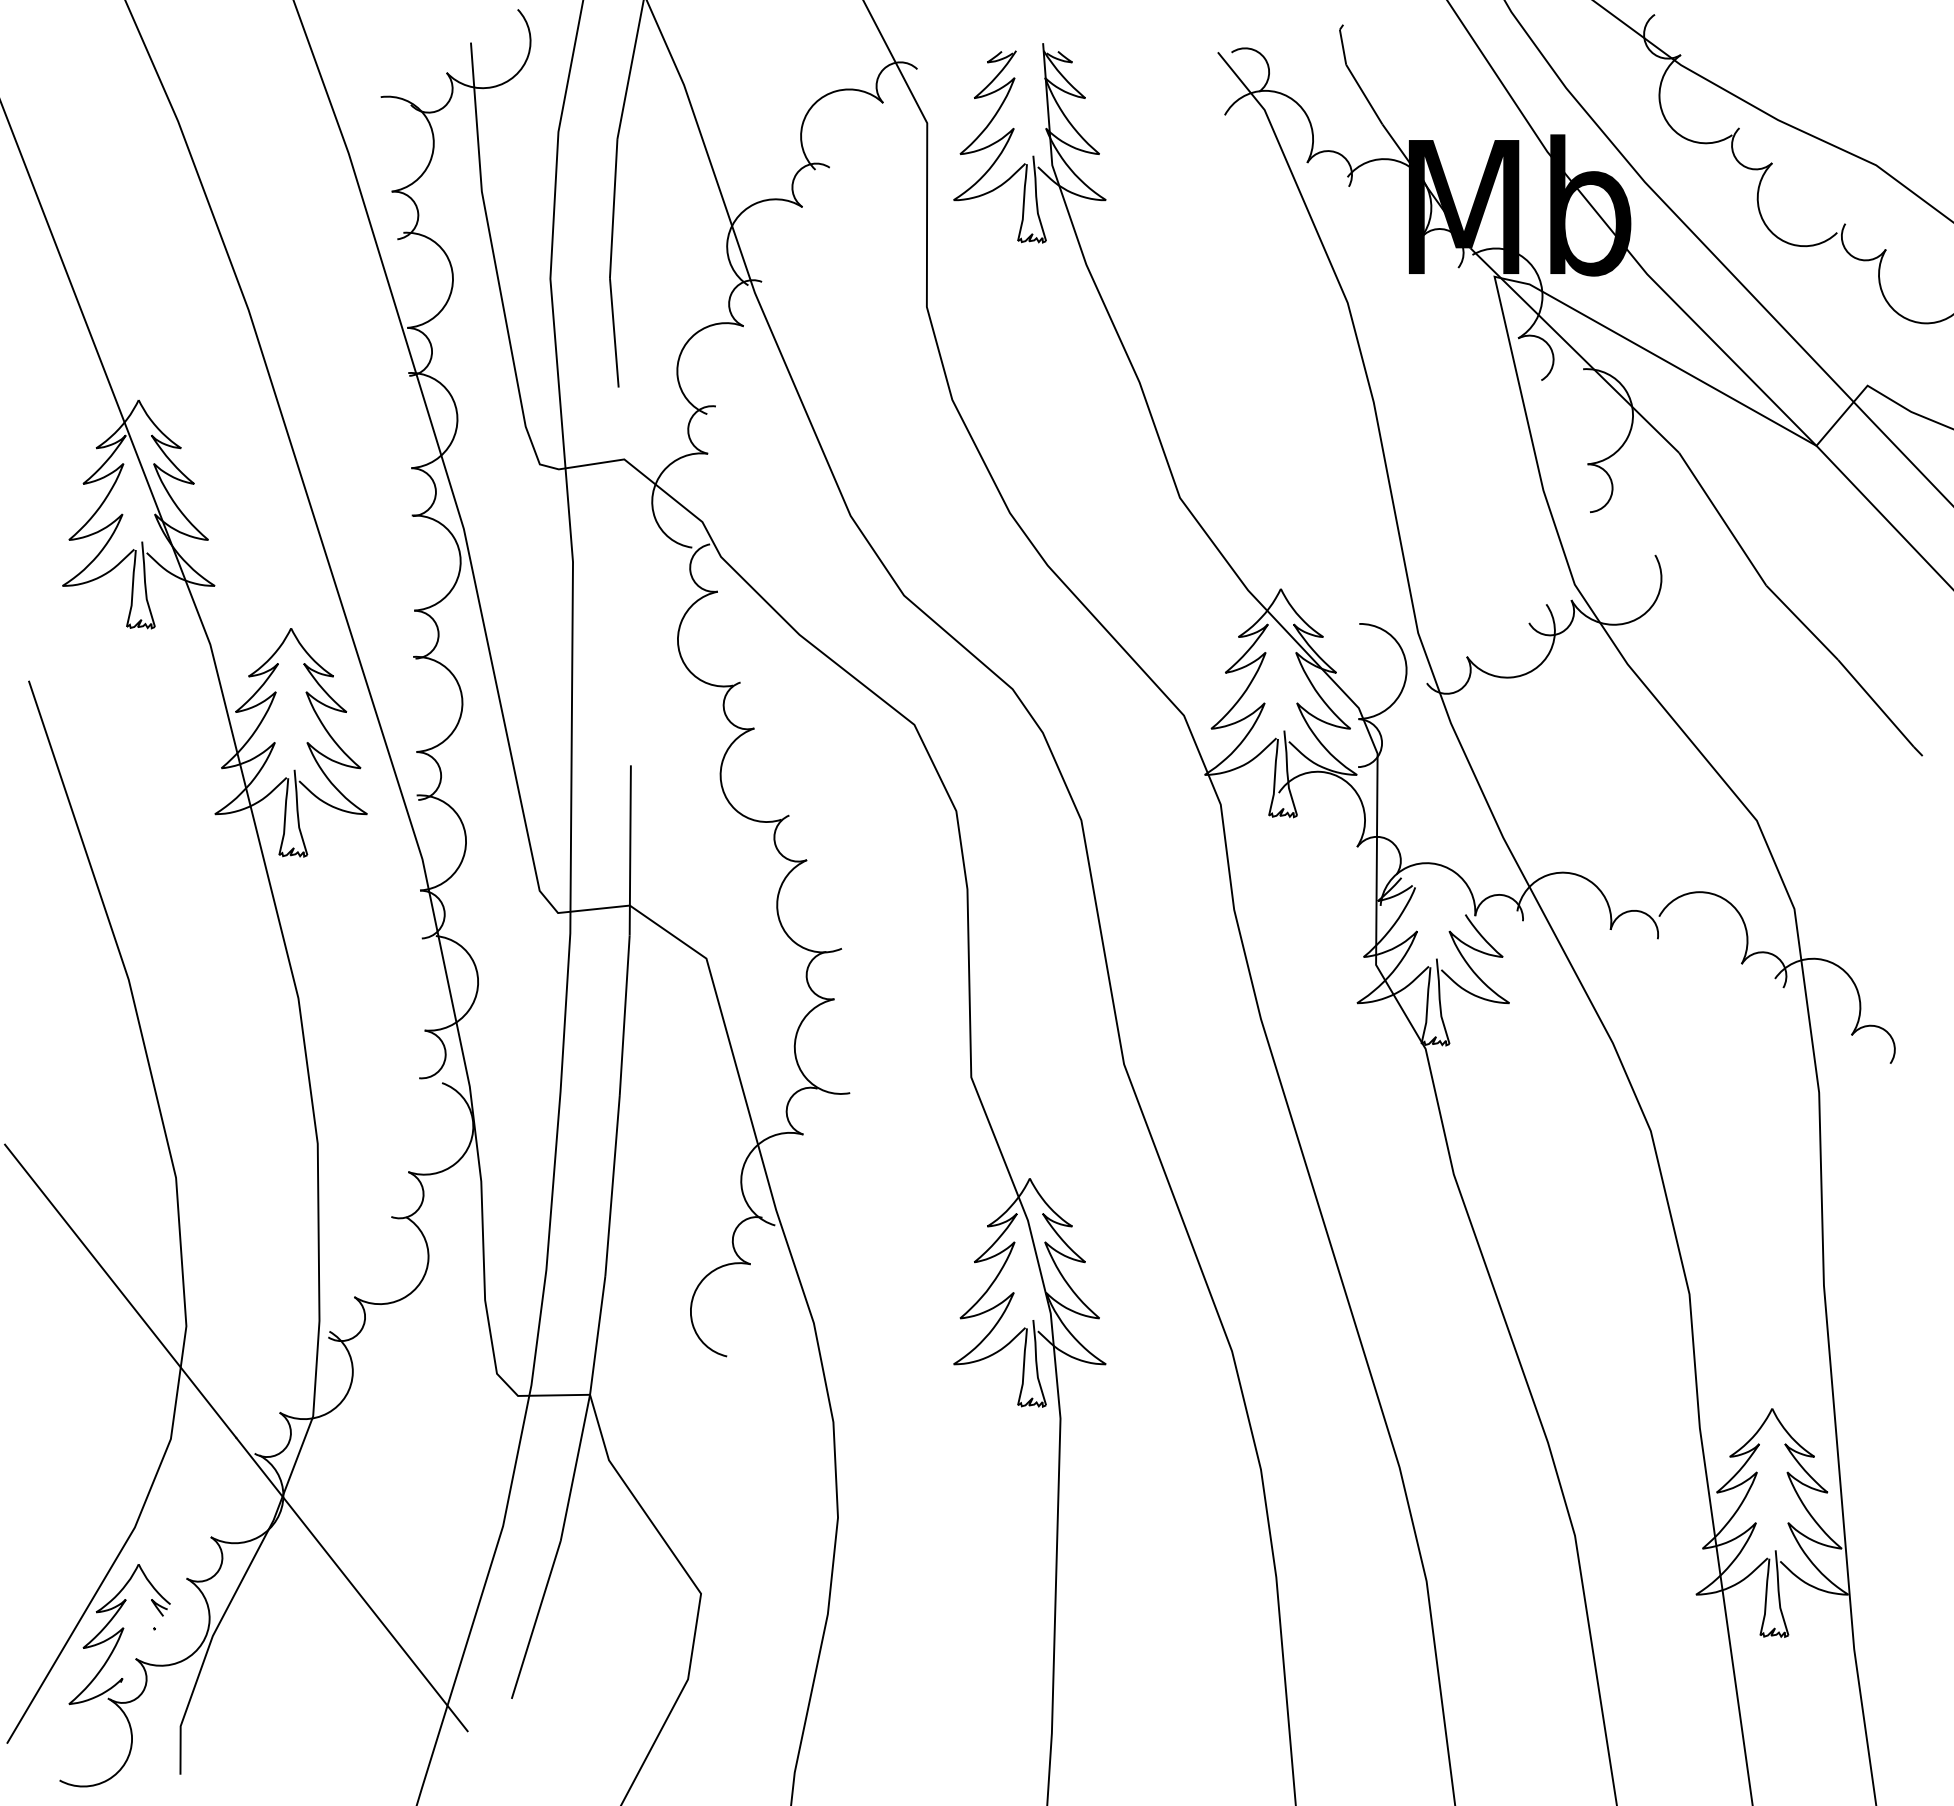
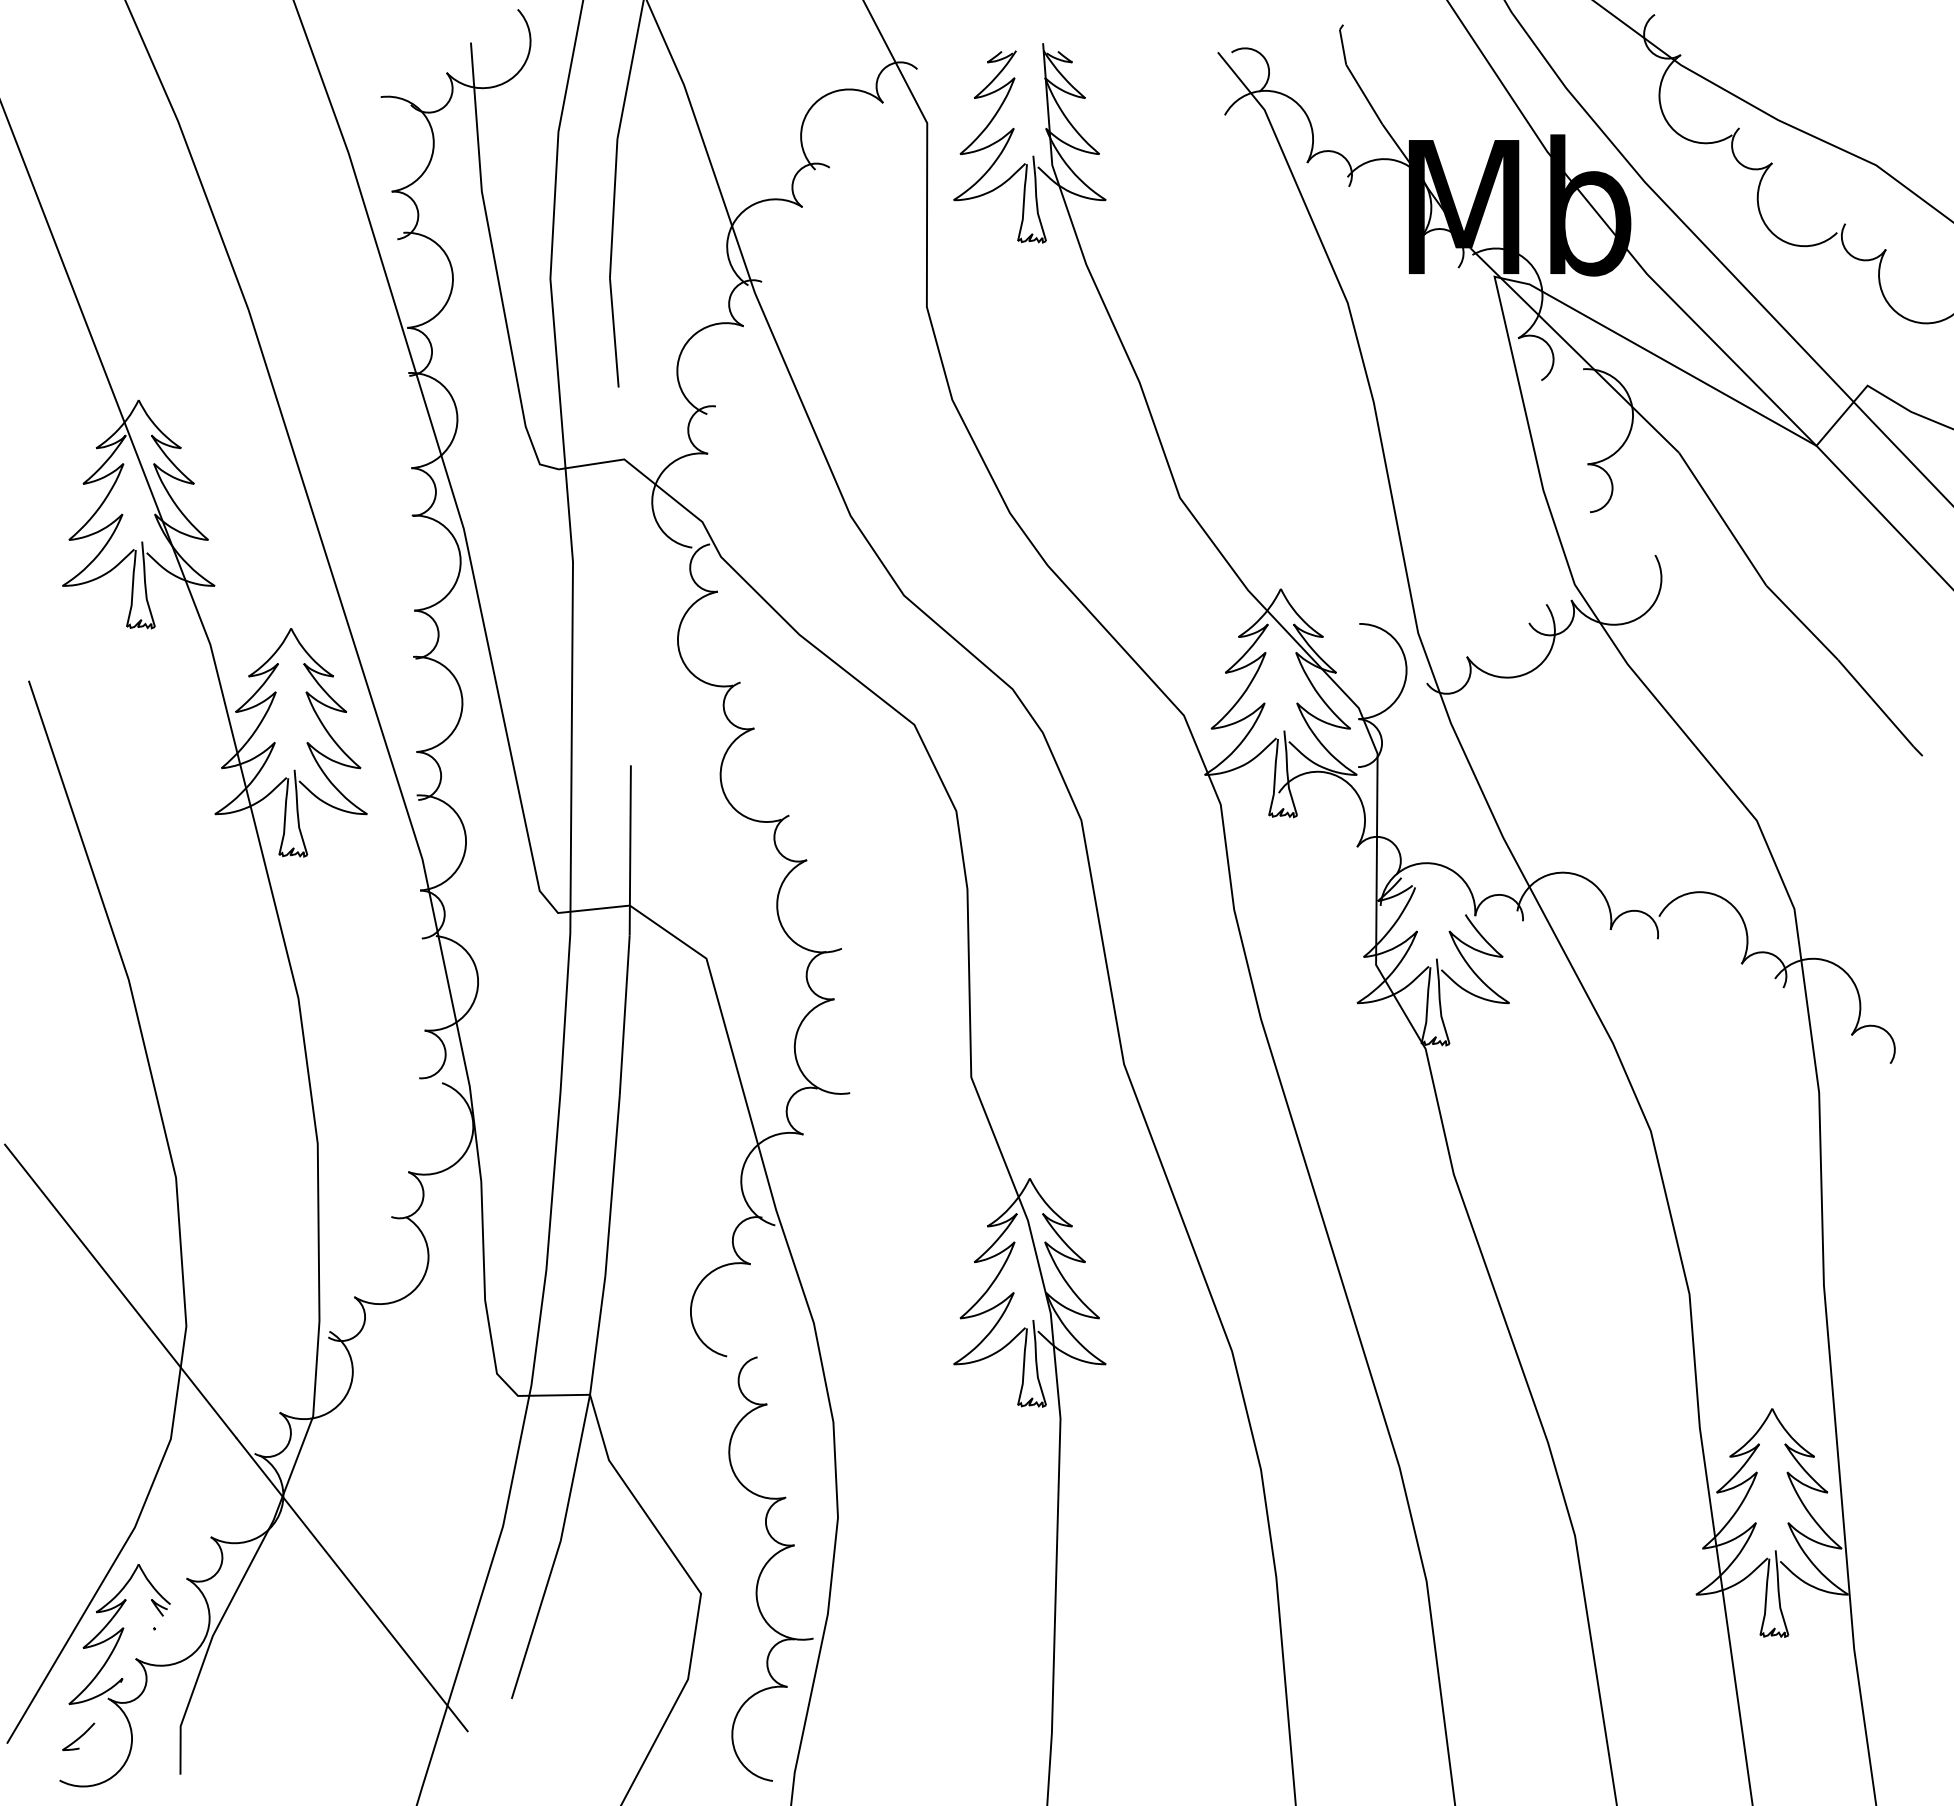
part at (770, 1568): none -> present
curve at (79, 1736): none -> present
